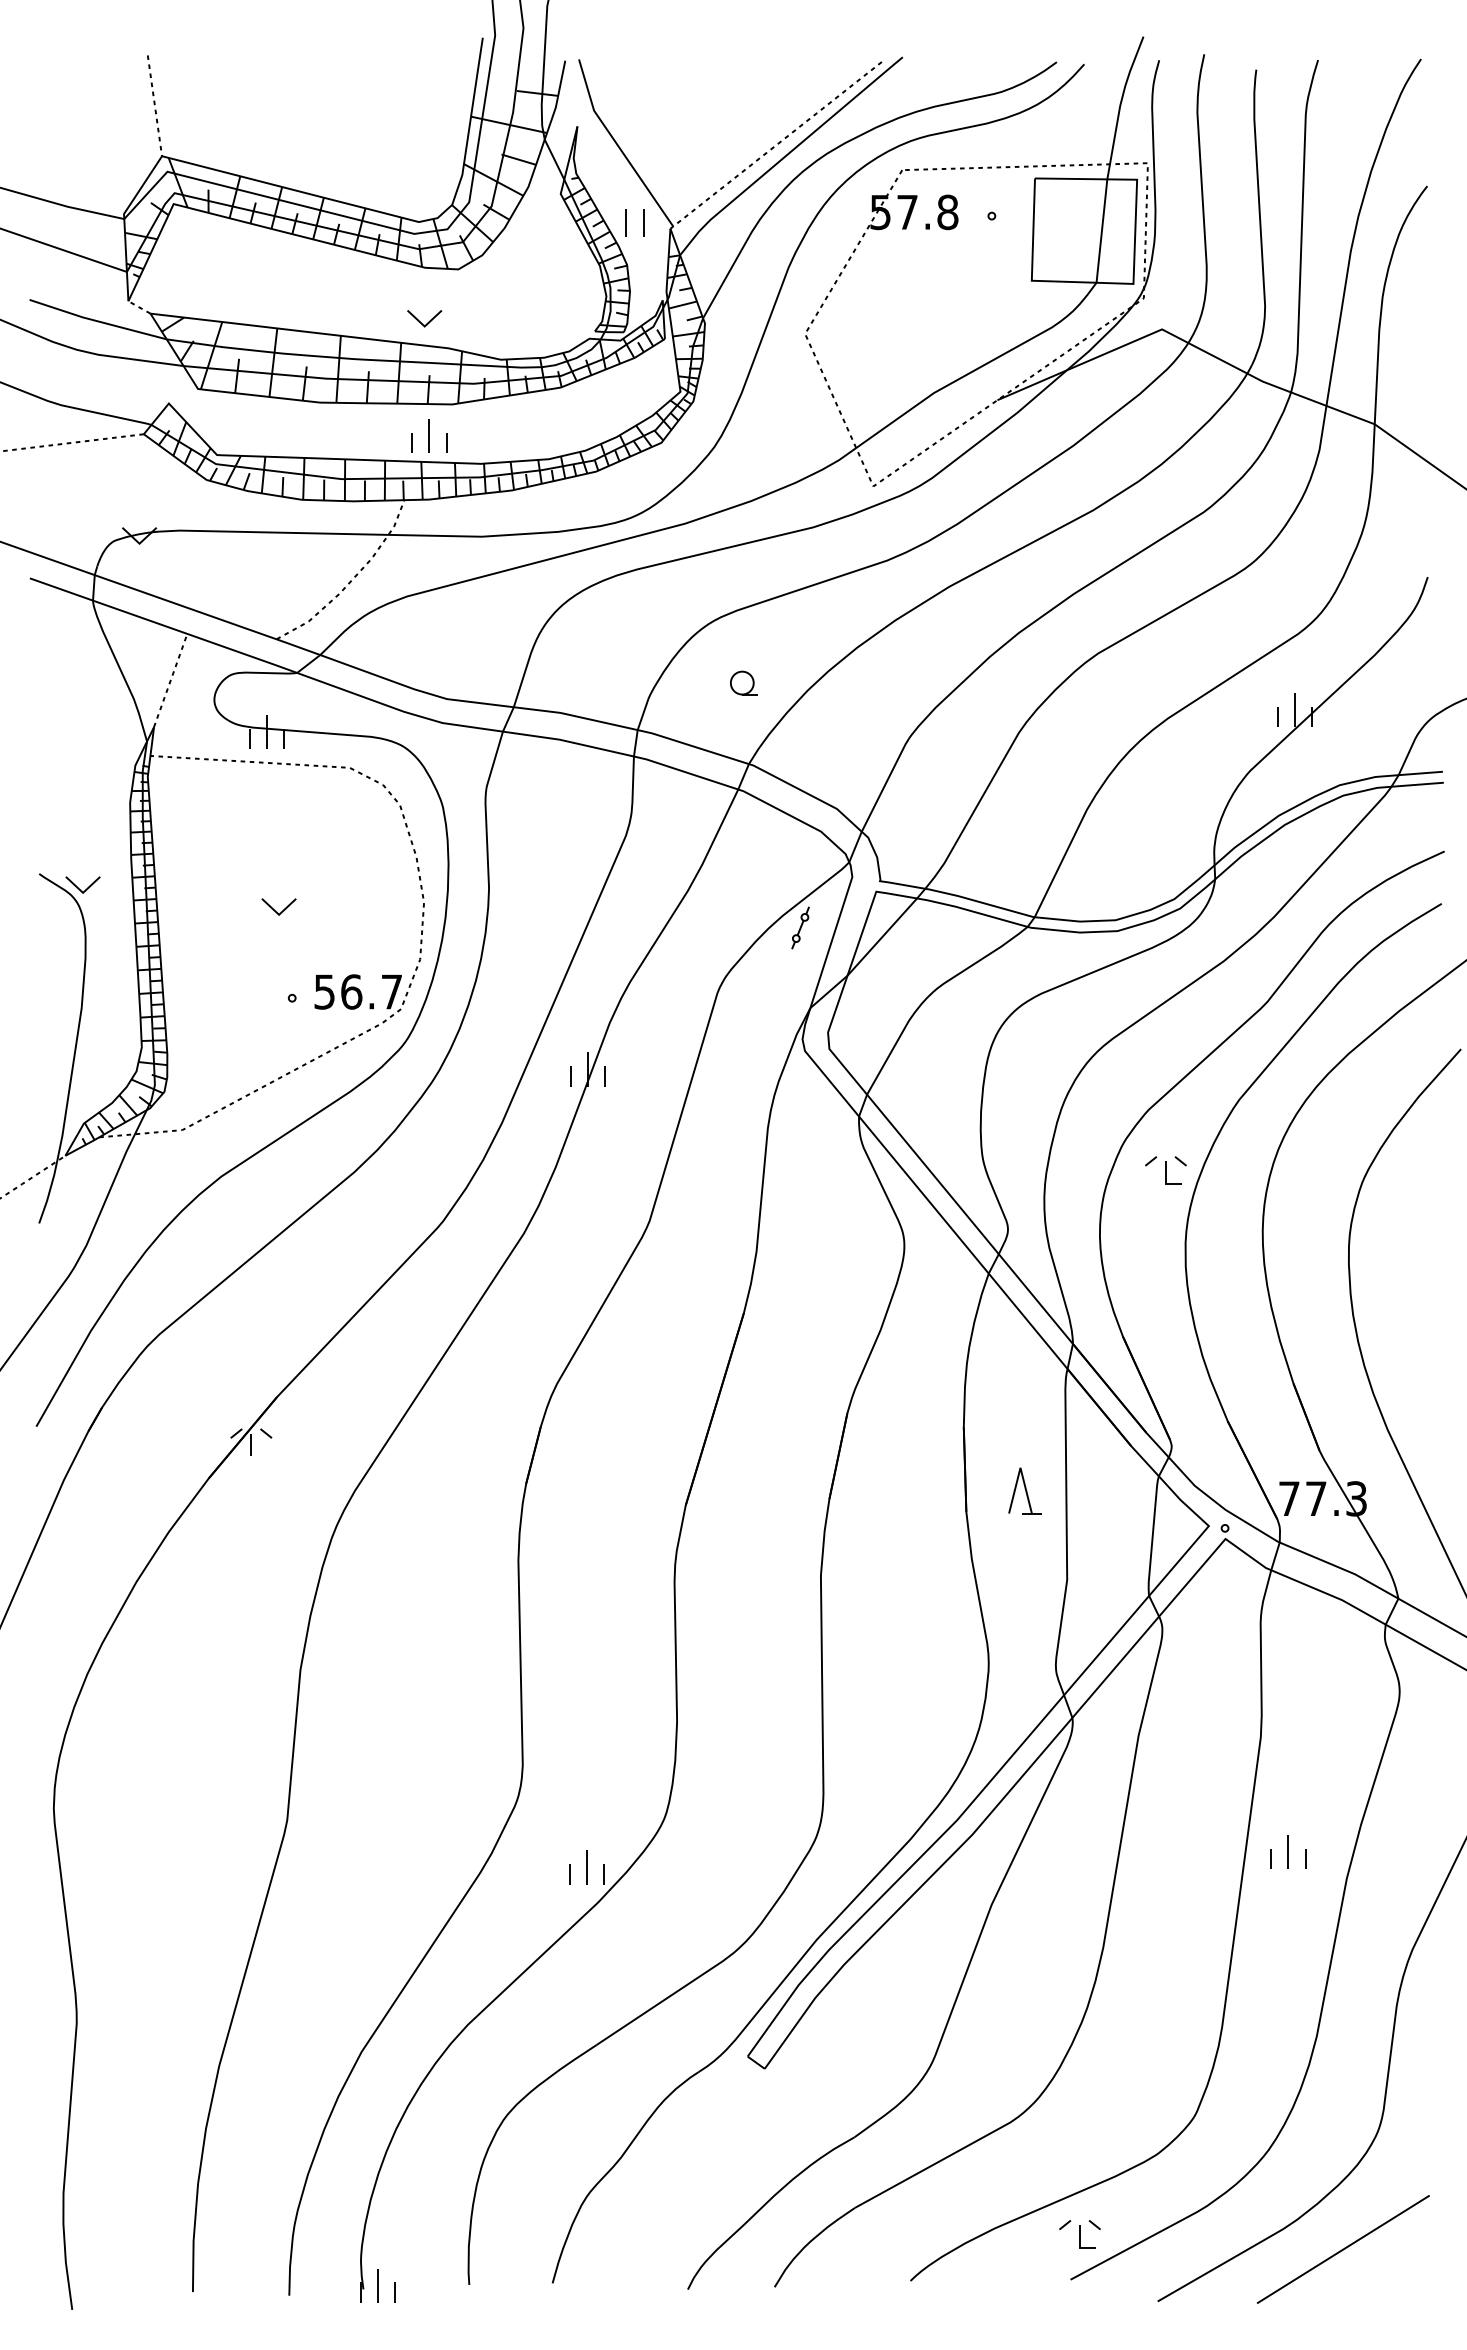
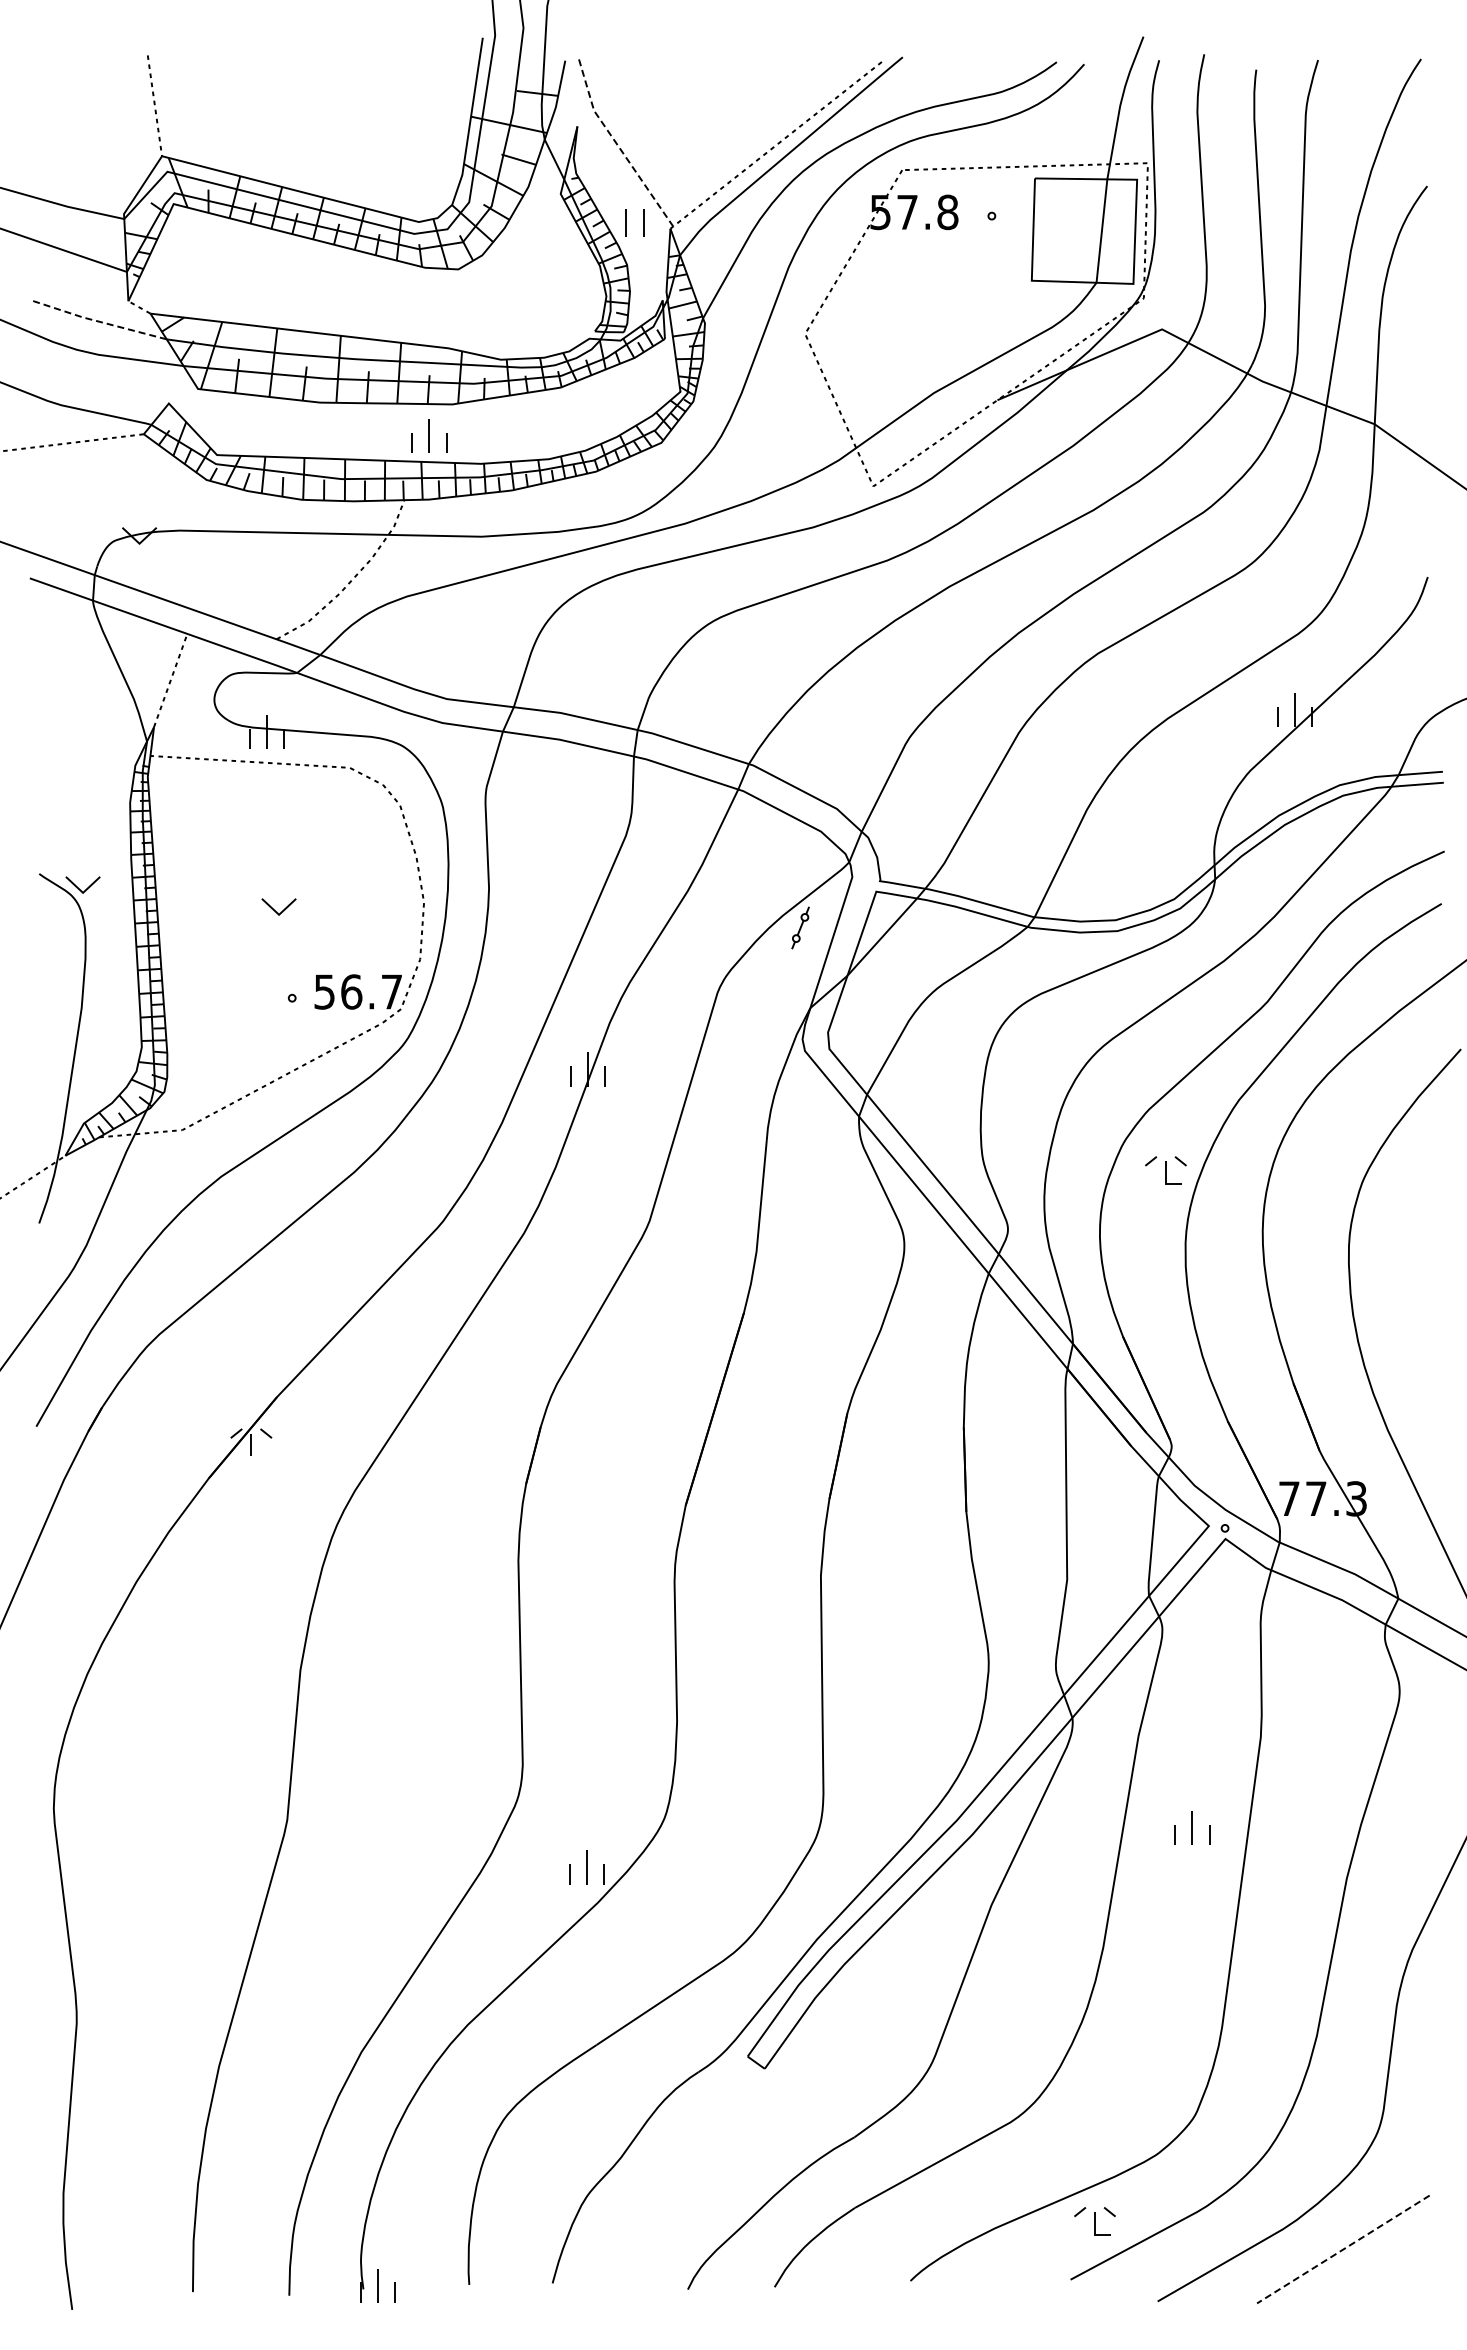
line at (618, 146): solid -> dashed
part at (424, 318): present -> none
line at (96, 320): solid -> dashed
part at (743, 682): present -> none
part at (1024, 1490): present -> none
part at (1288, 1851) position: (1288, 1851) -> (1192, 1827)
part at (1079, 2234) position: (1079, 2234) -> (1094, 2221)
line at (1343, 2249): solid -> dashed
